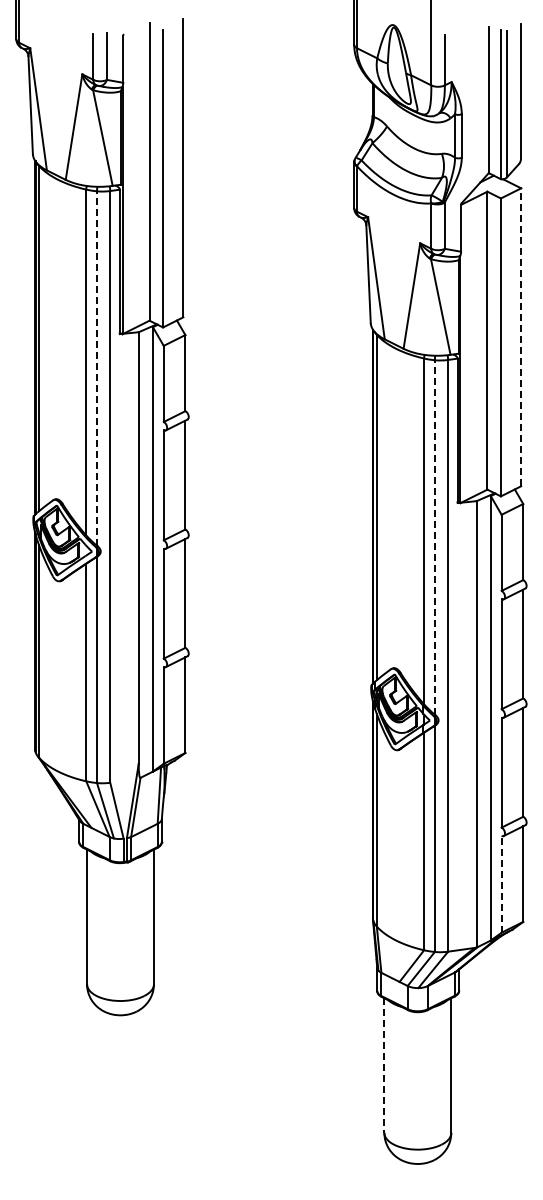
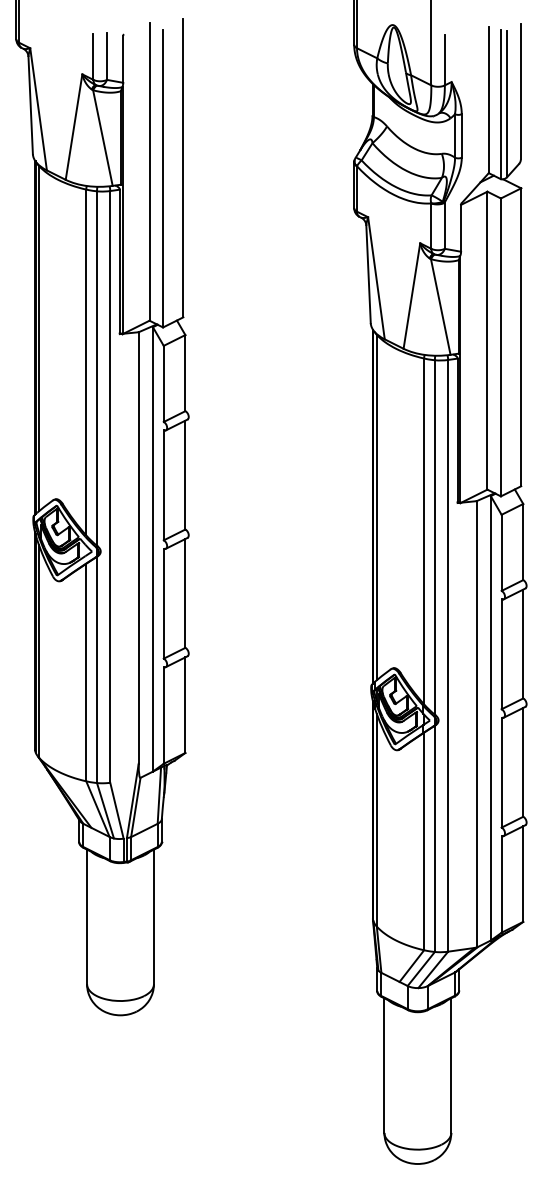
line at (521, 337): dashed -> solid
line at (97, 368): dashed -> solid
line at (434, 537): dashed -> solid
line at (501, 883): dashed -> solid
line at (384, 1066): dashed -> solid
